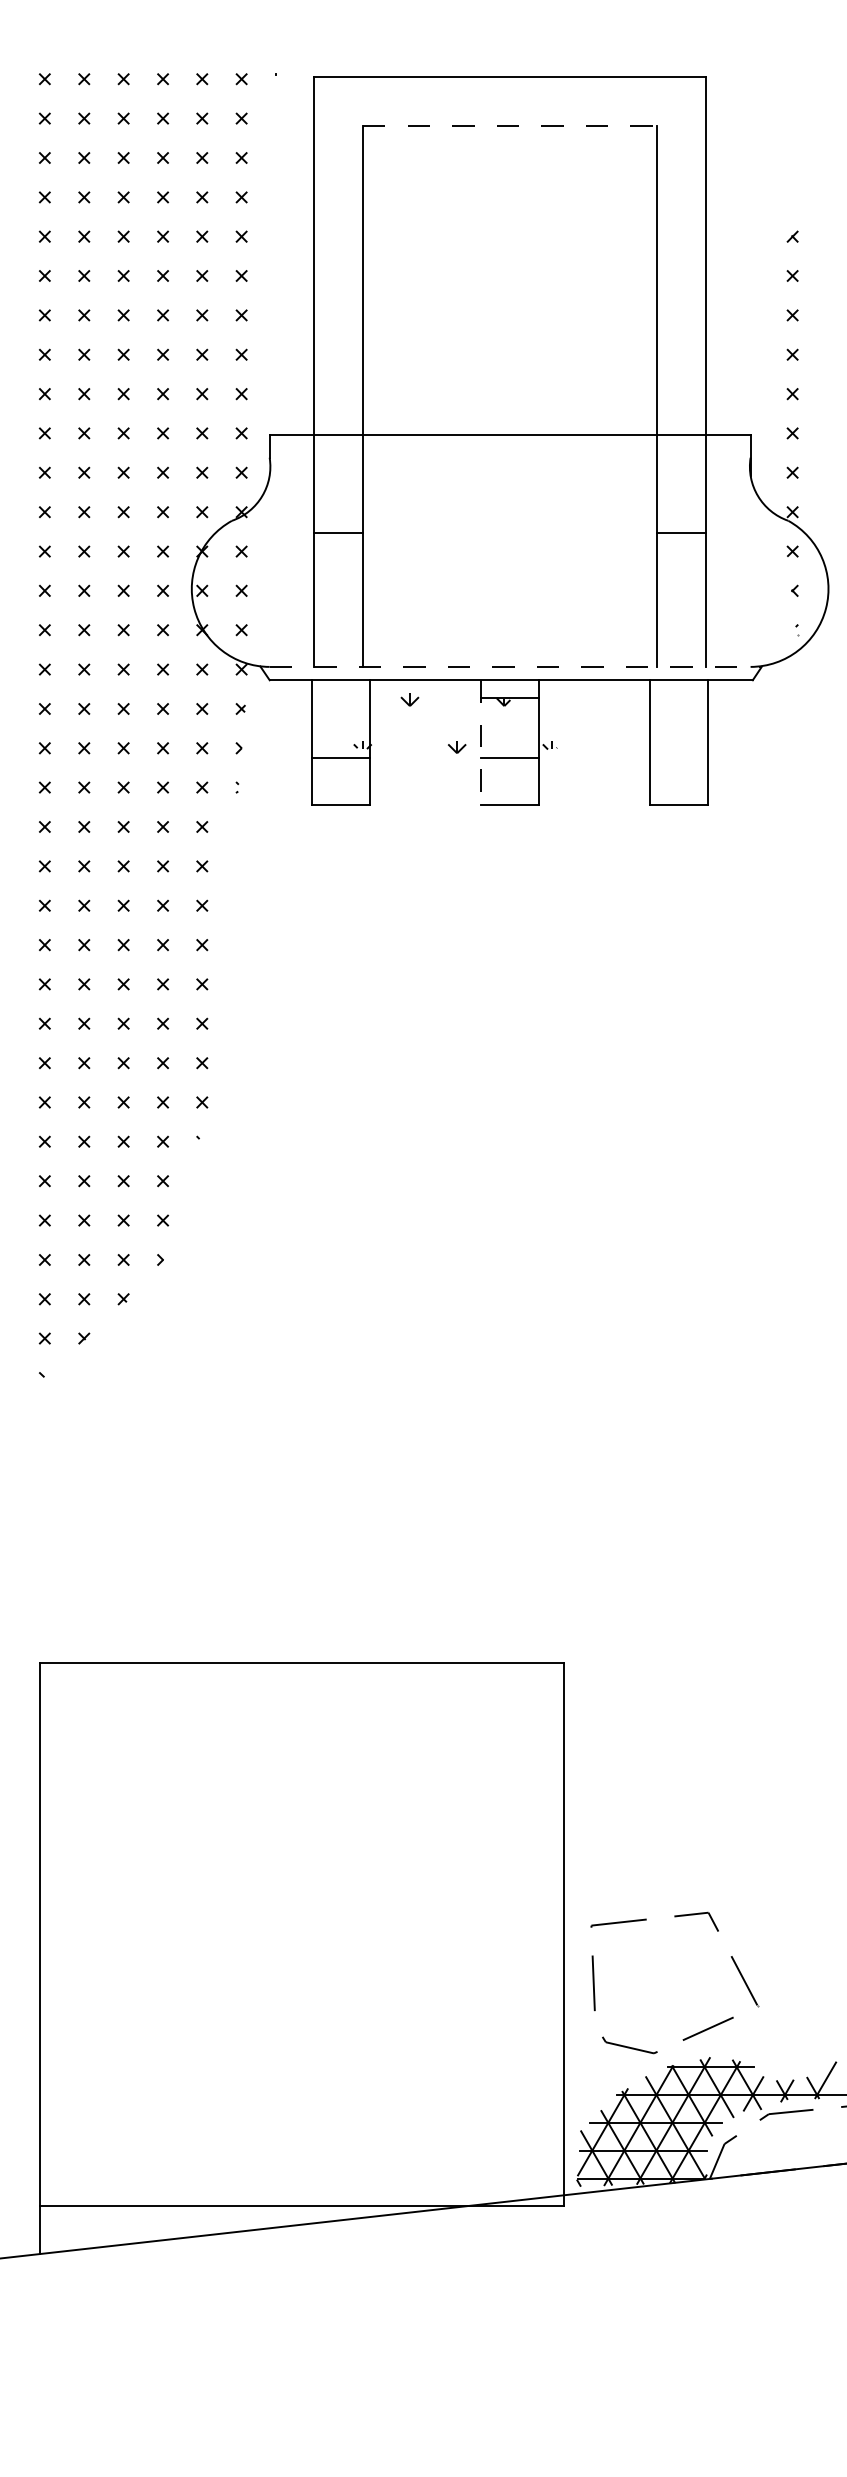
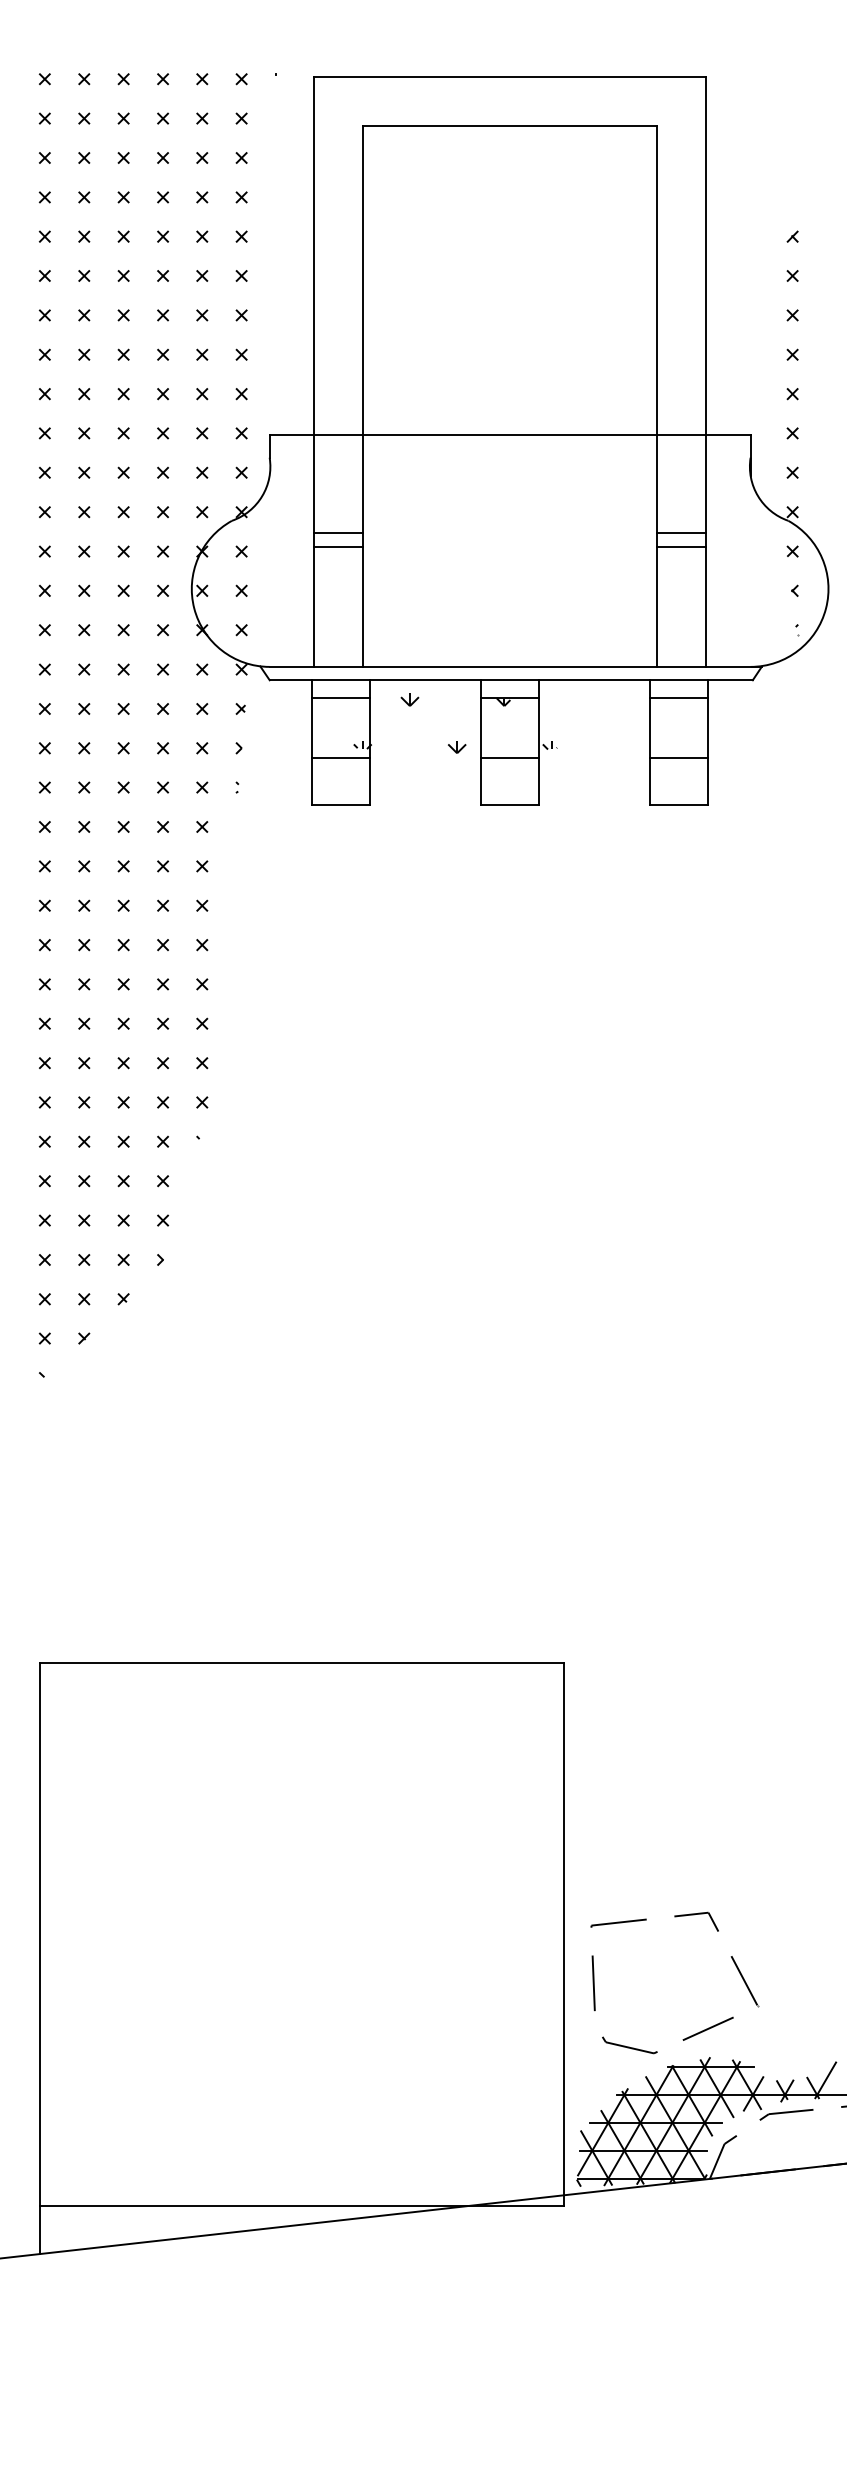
line at (510, 125): dashed -> solid
line at (338, 546): none -> present
line at (681, 546): none -> present
line at (515, 666): dashed -> solid
line at (340, 698): none -> present
line at (679, 698): none -> present
line at (481, 743): dashed -> solid
line at (679, 758): none -> present
